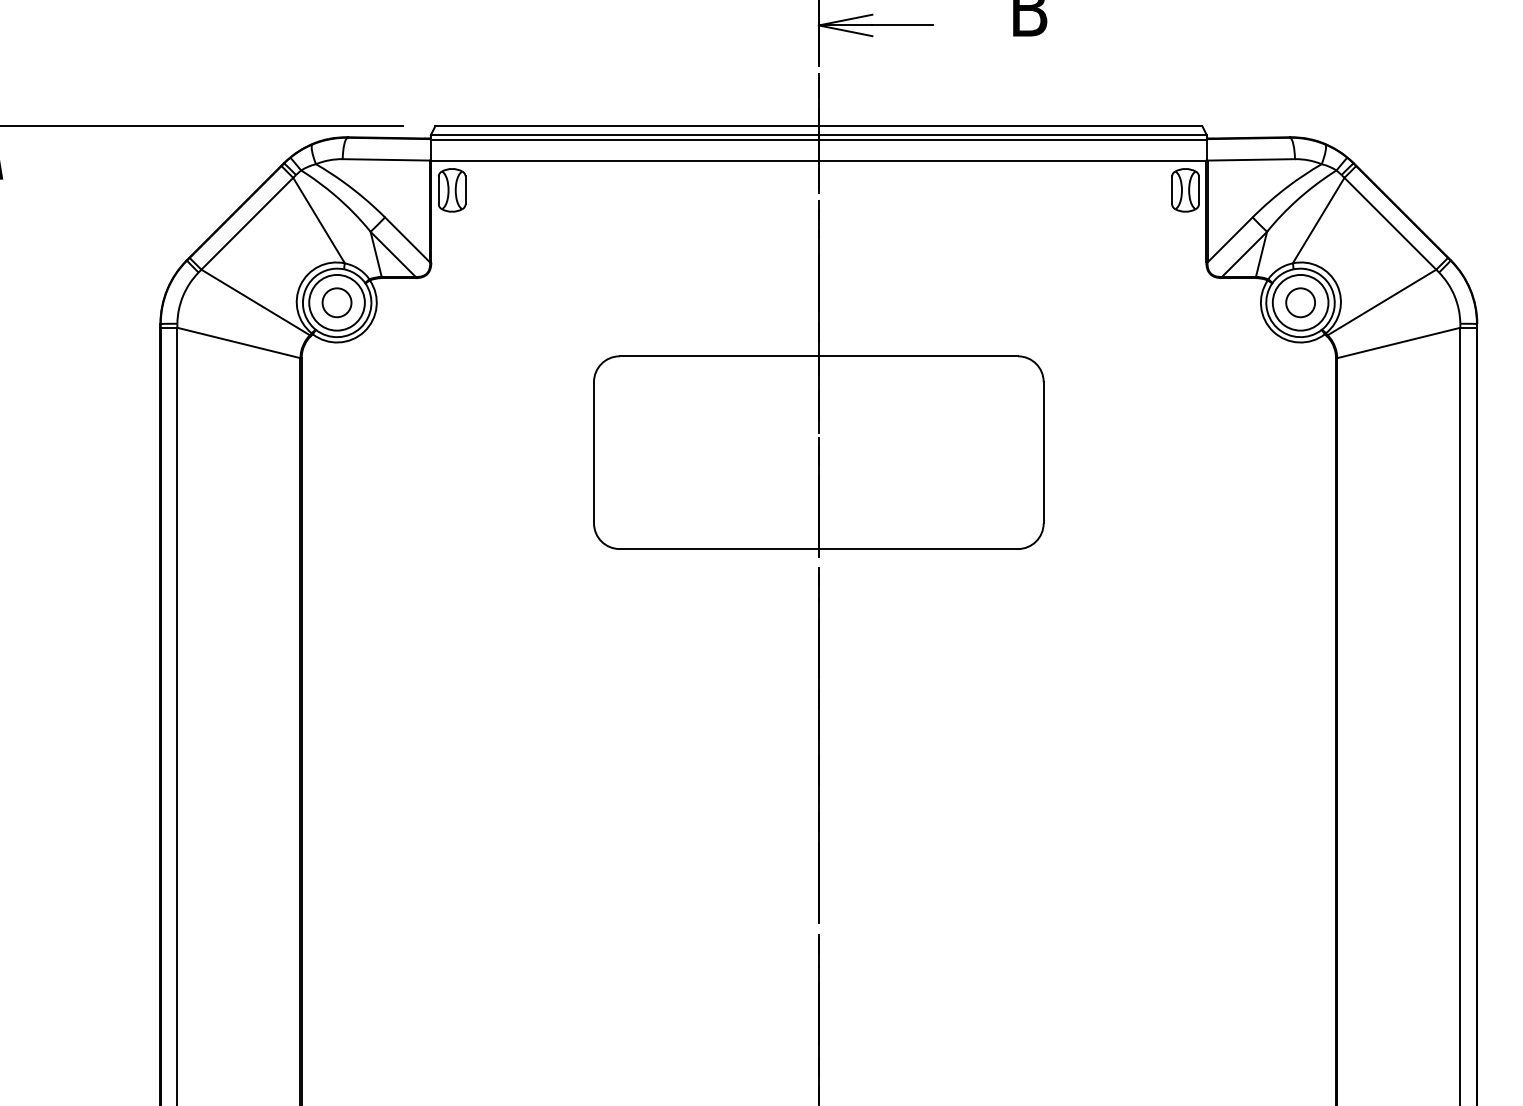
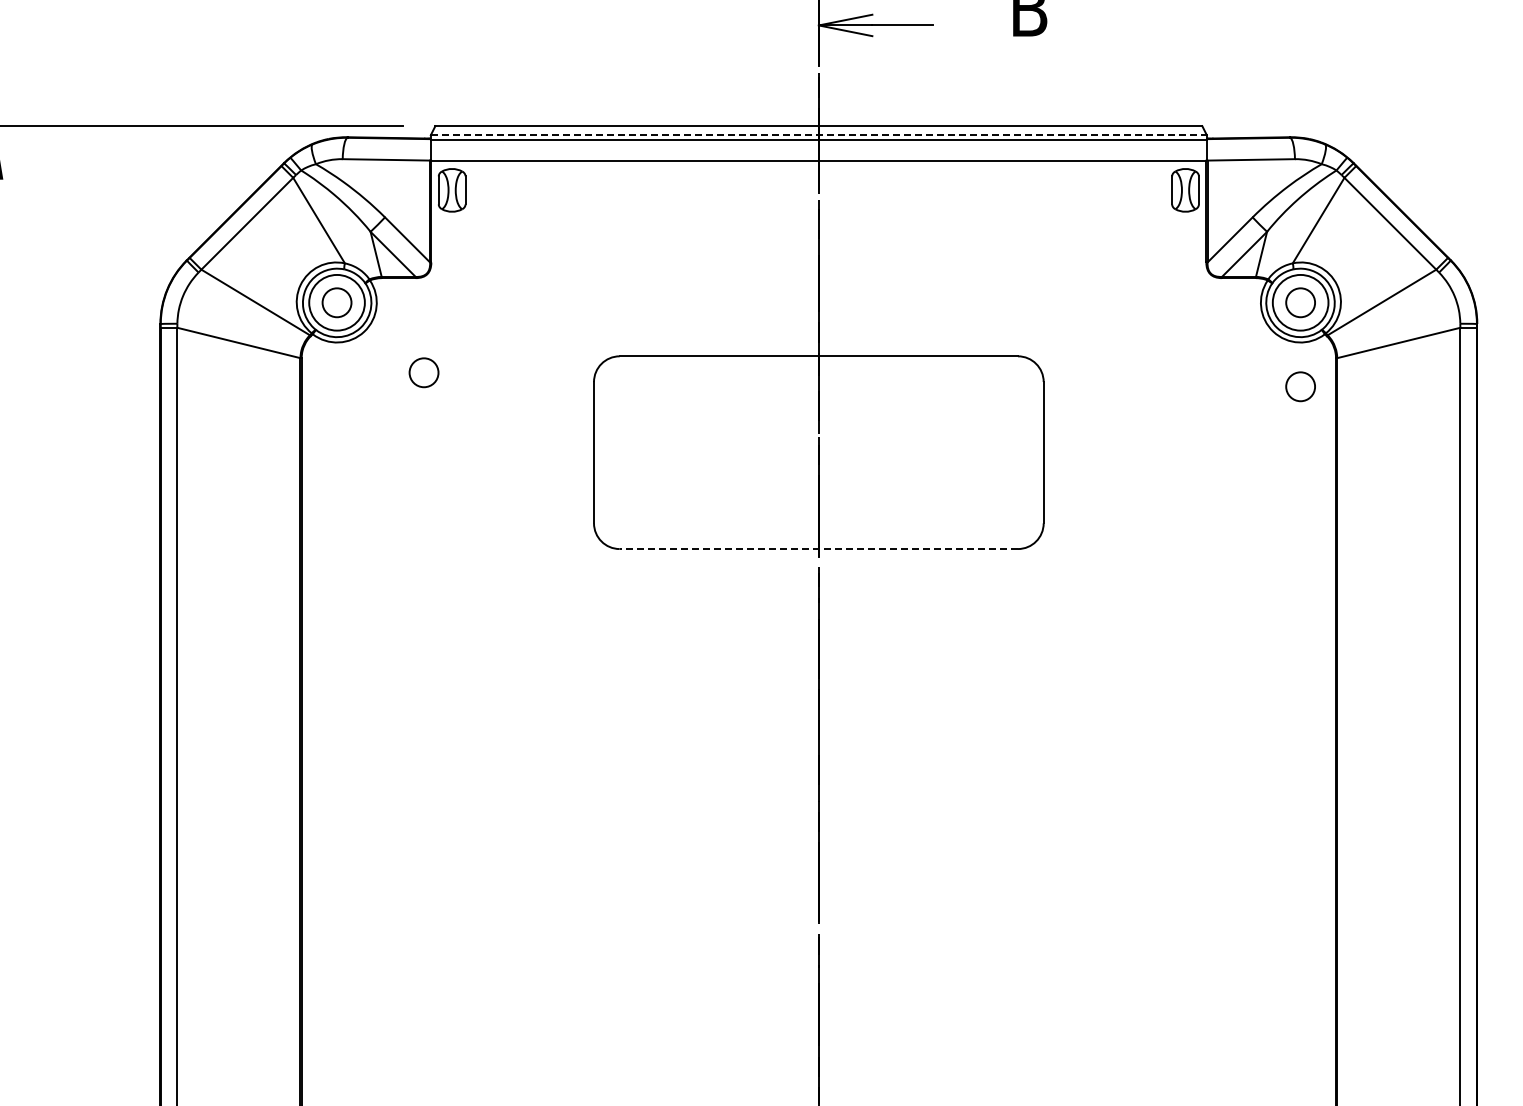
line at (819, 135): solid -> dashed
circle at (423, 372): none -> present
circle at (1300, 386): none -> present
line at (818, 549): solid -> dashed
